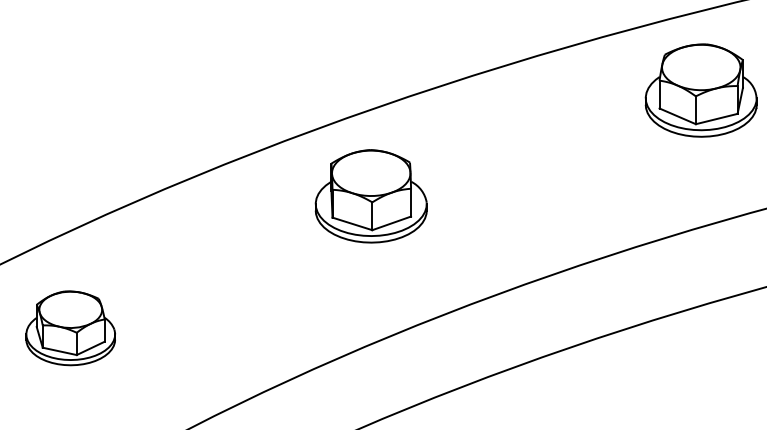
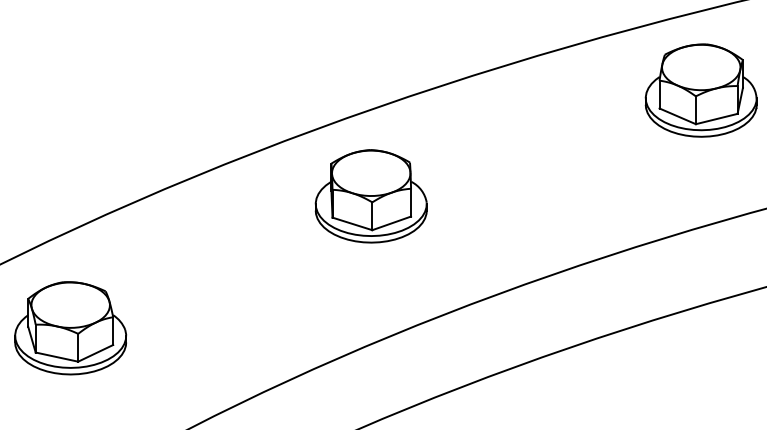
part at (70, 328) size: 91x77 px -> 114x95 px
